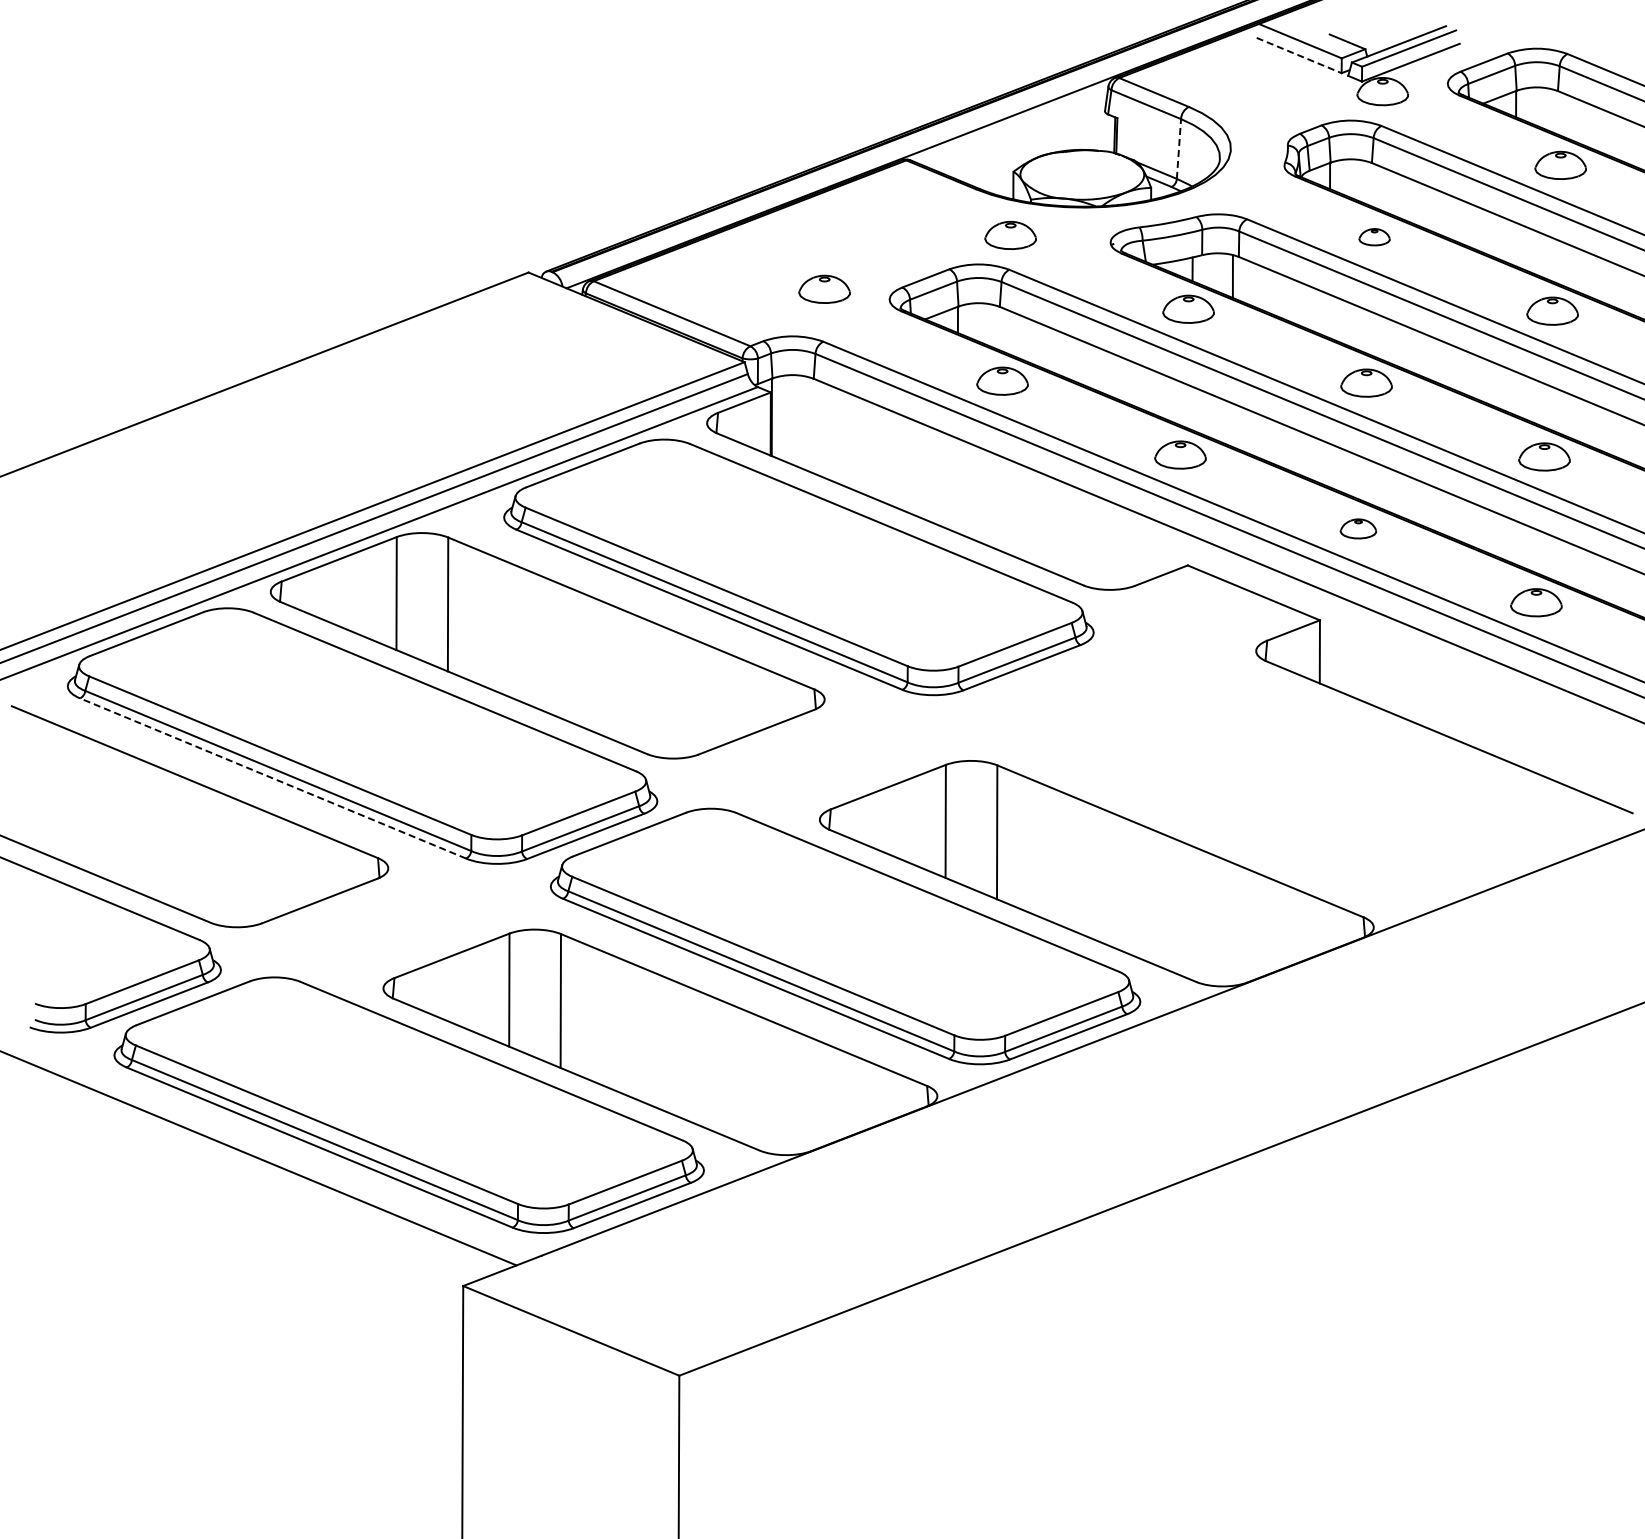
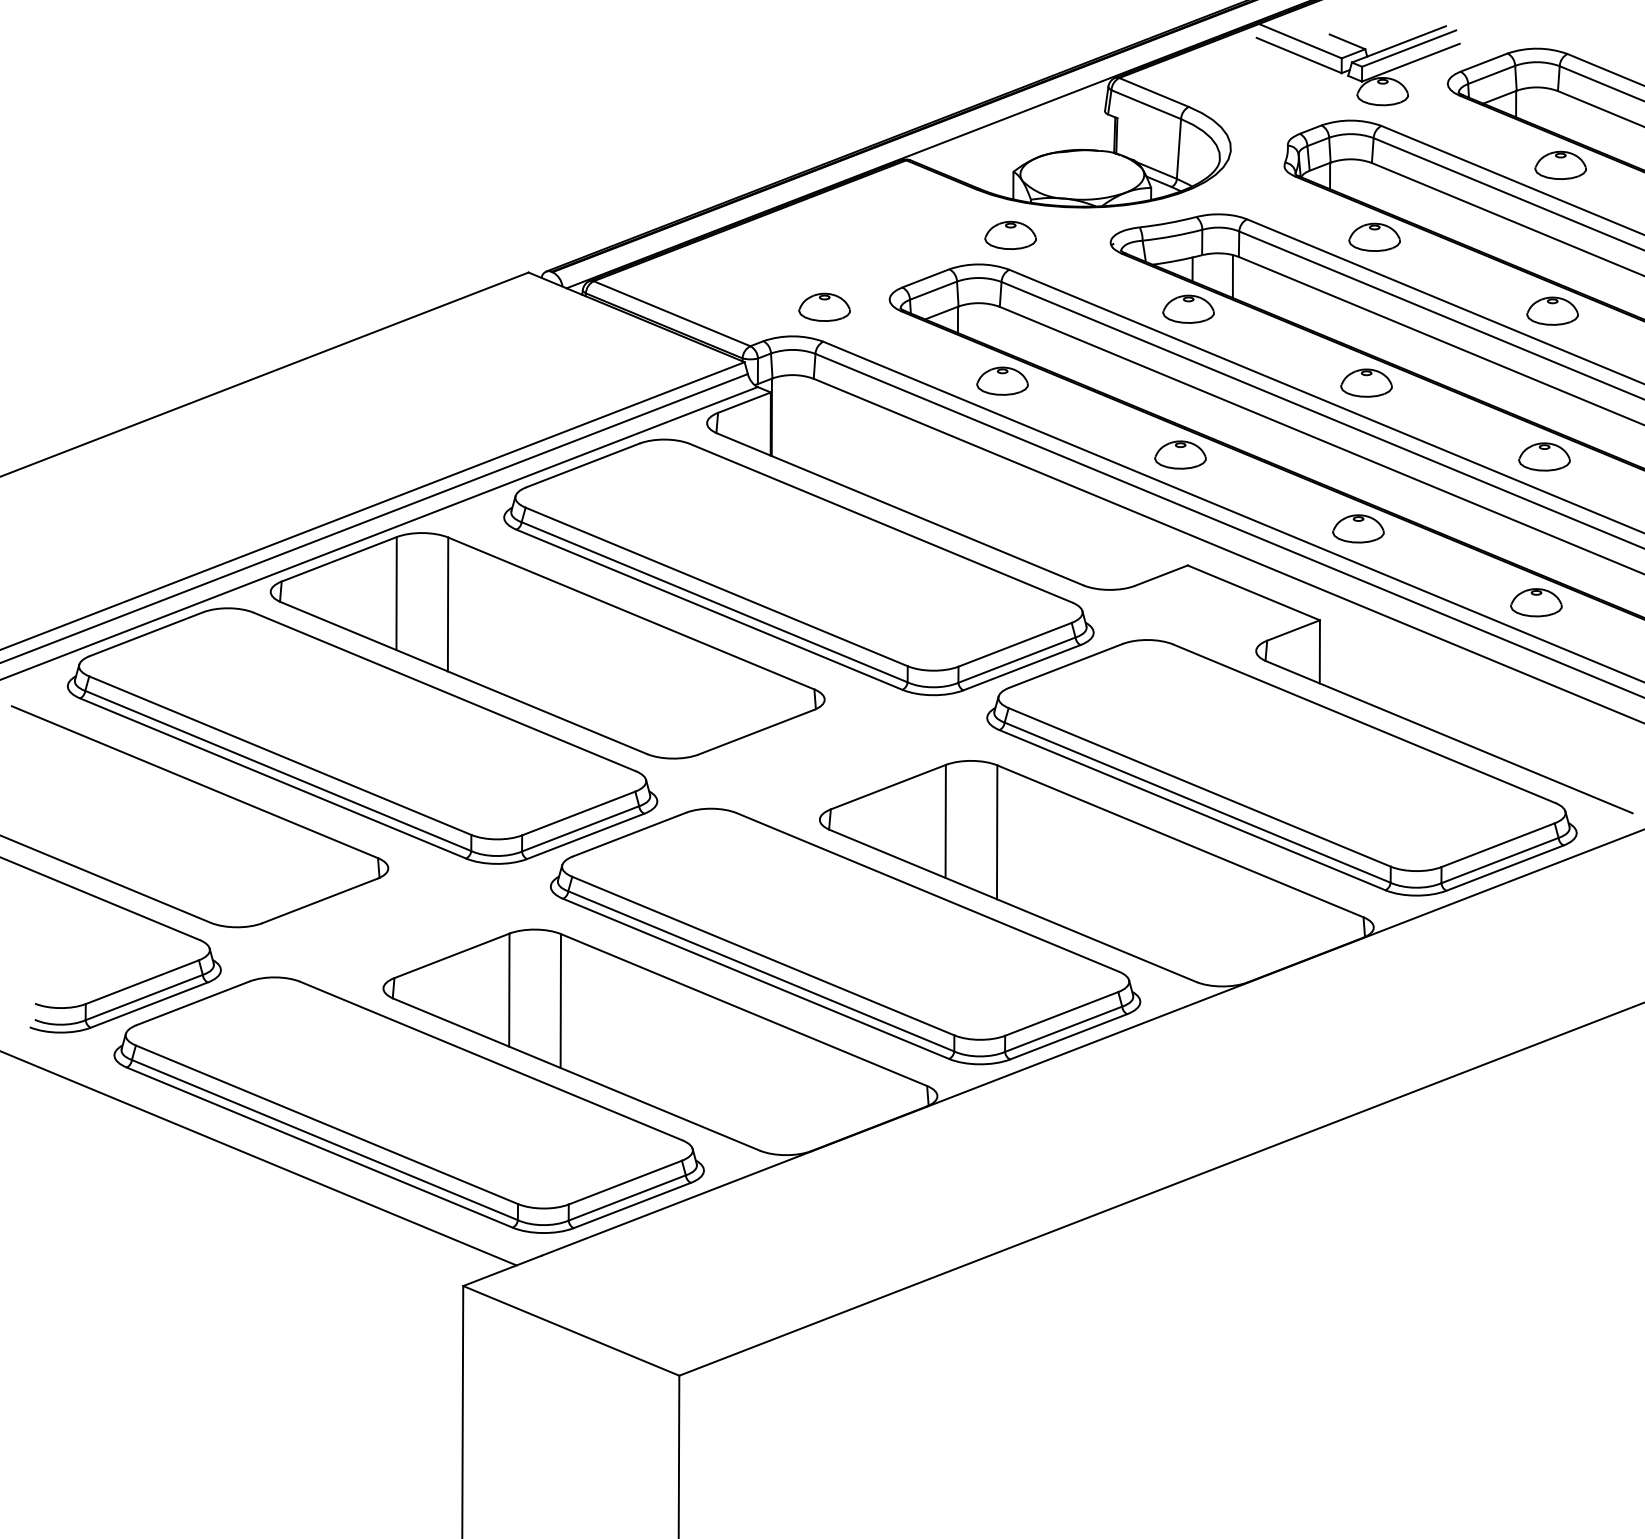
line at (1299, 55): dashed -> solid
line at (1178, 148): dashed -> solid
part at (1374, 237) size: 33x19 px -> 53x30 px
part at (824, 288) position: (824, 288) -> (824, 306)
part at (1358, 528) size: 39x22 px -> 53x30 px
part at (1281, 767): none -> present
line at (273, 778): dashed -> solid
